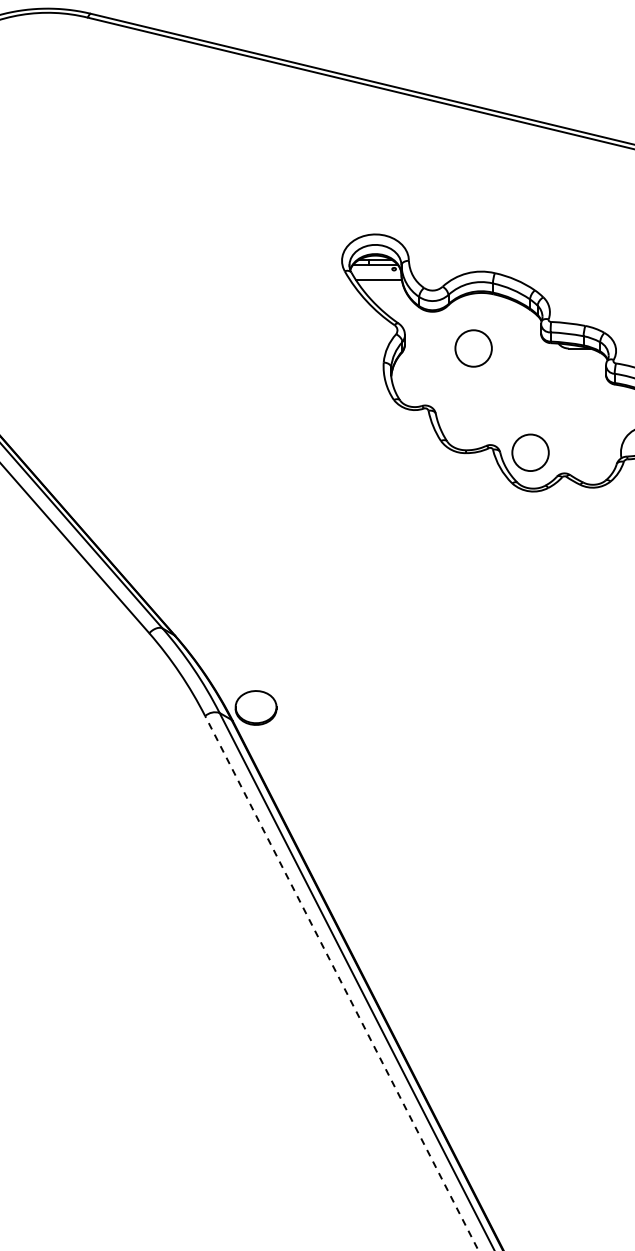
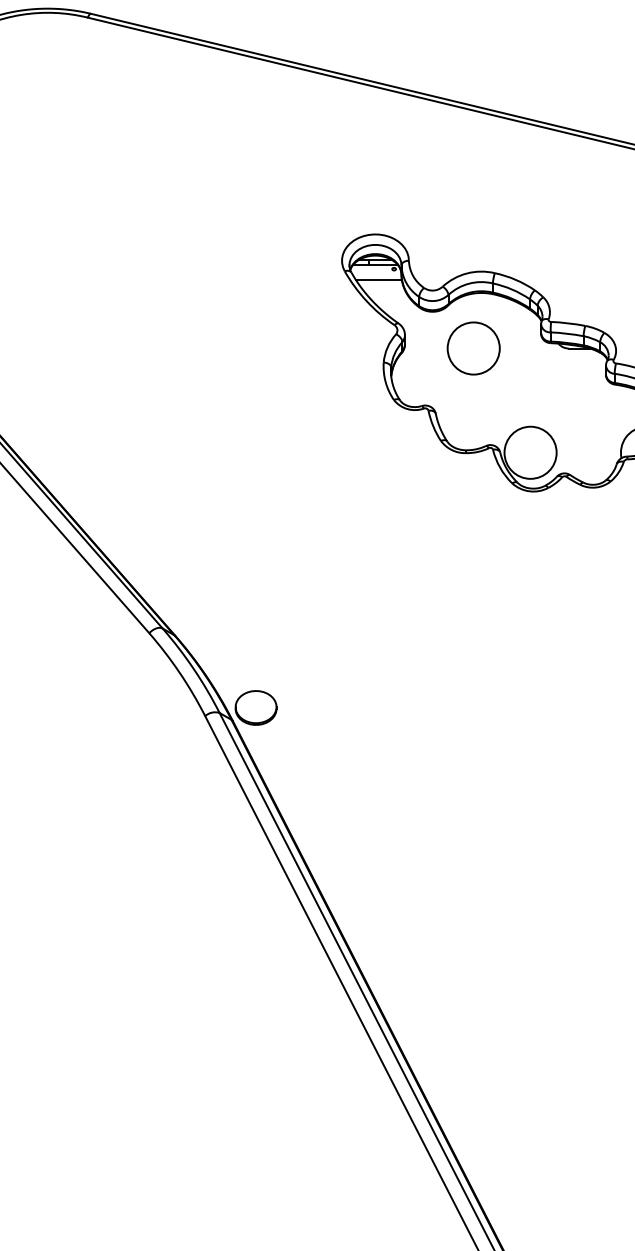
circle at (473, 348) size: 39x39 px -> 55x55 px
circle at (530, 452) diameter: 36 px -> 52 px
line at (341, 983): dashed -> solid
